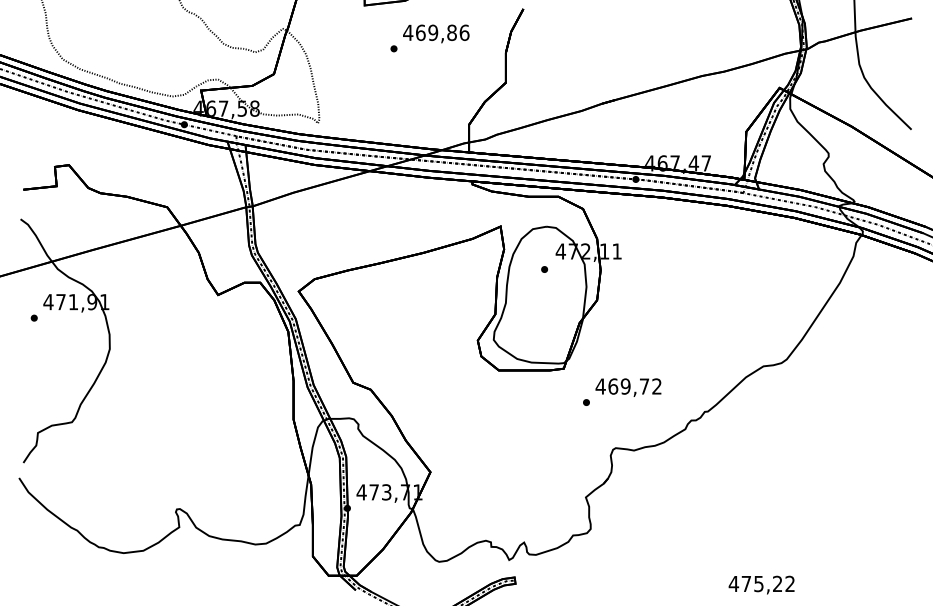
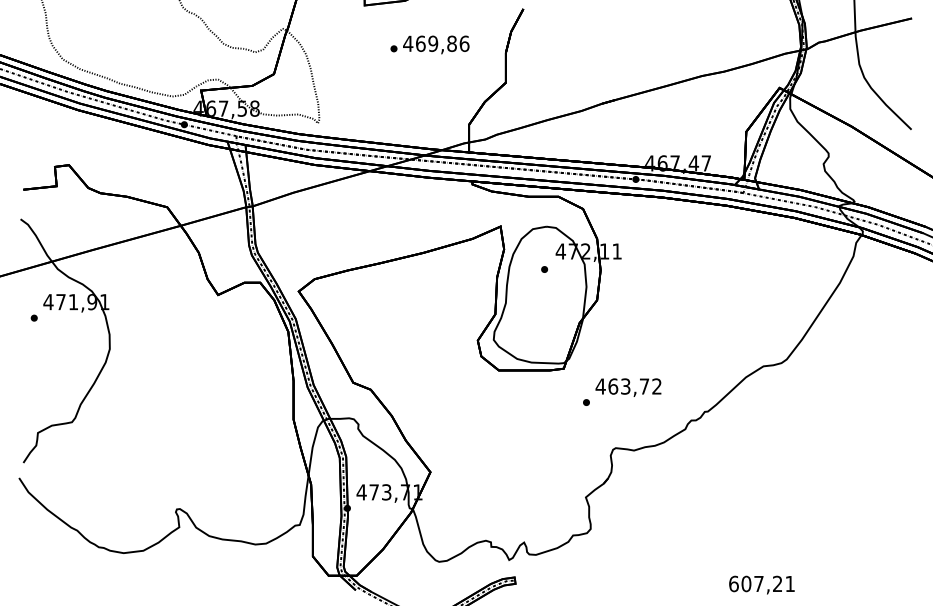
text at (436, 33) position: (436, 33) -> (436, 44)
text at (625, 386): 469,72 -> 463,72
text at (761, 583): 475,22 -> 607,21
